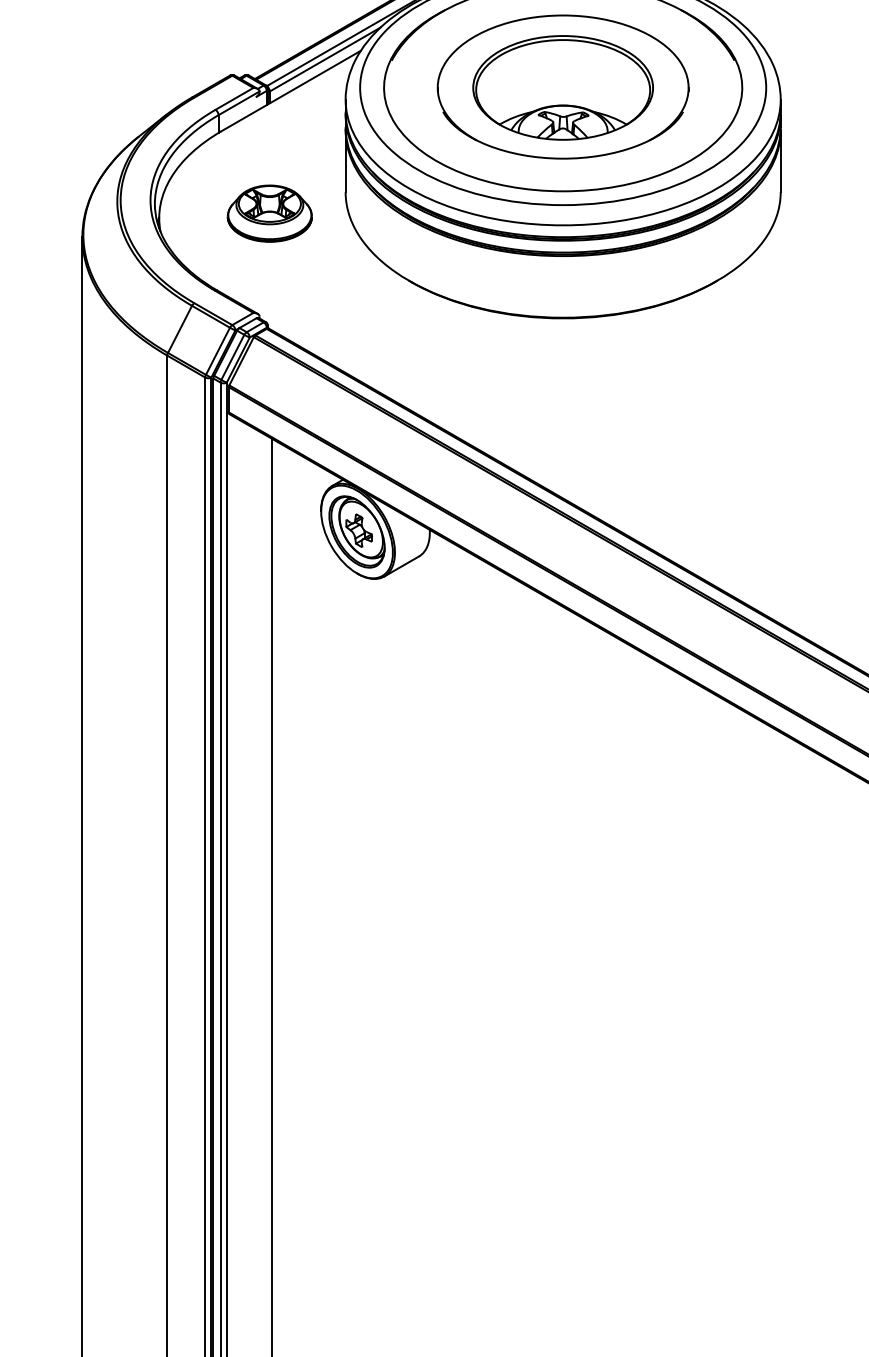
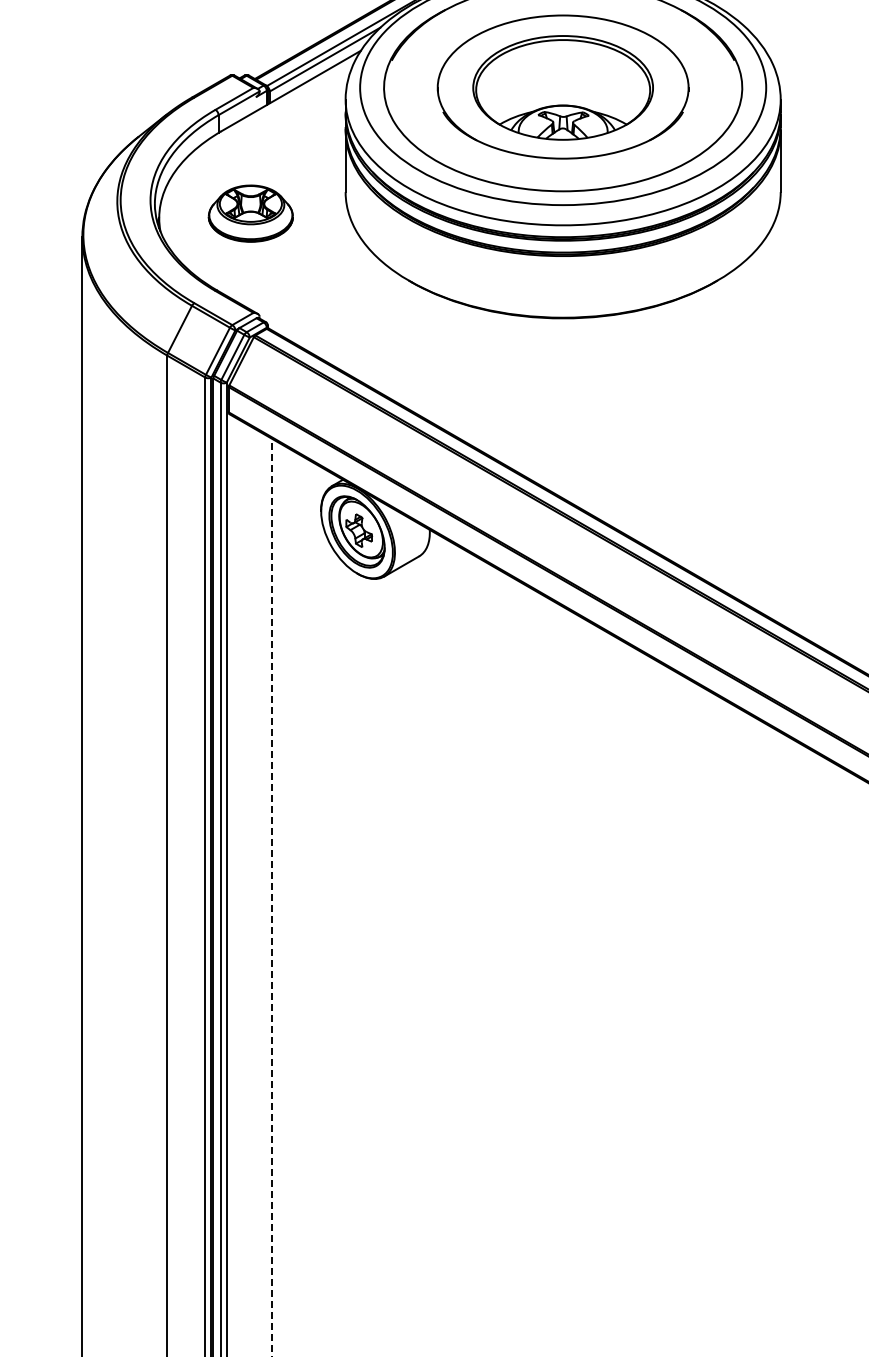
part at (269, 213) position: (269, 213) -> (250, 213)
line at (272, 897): solid -> dashed
